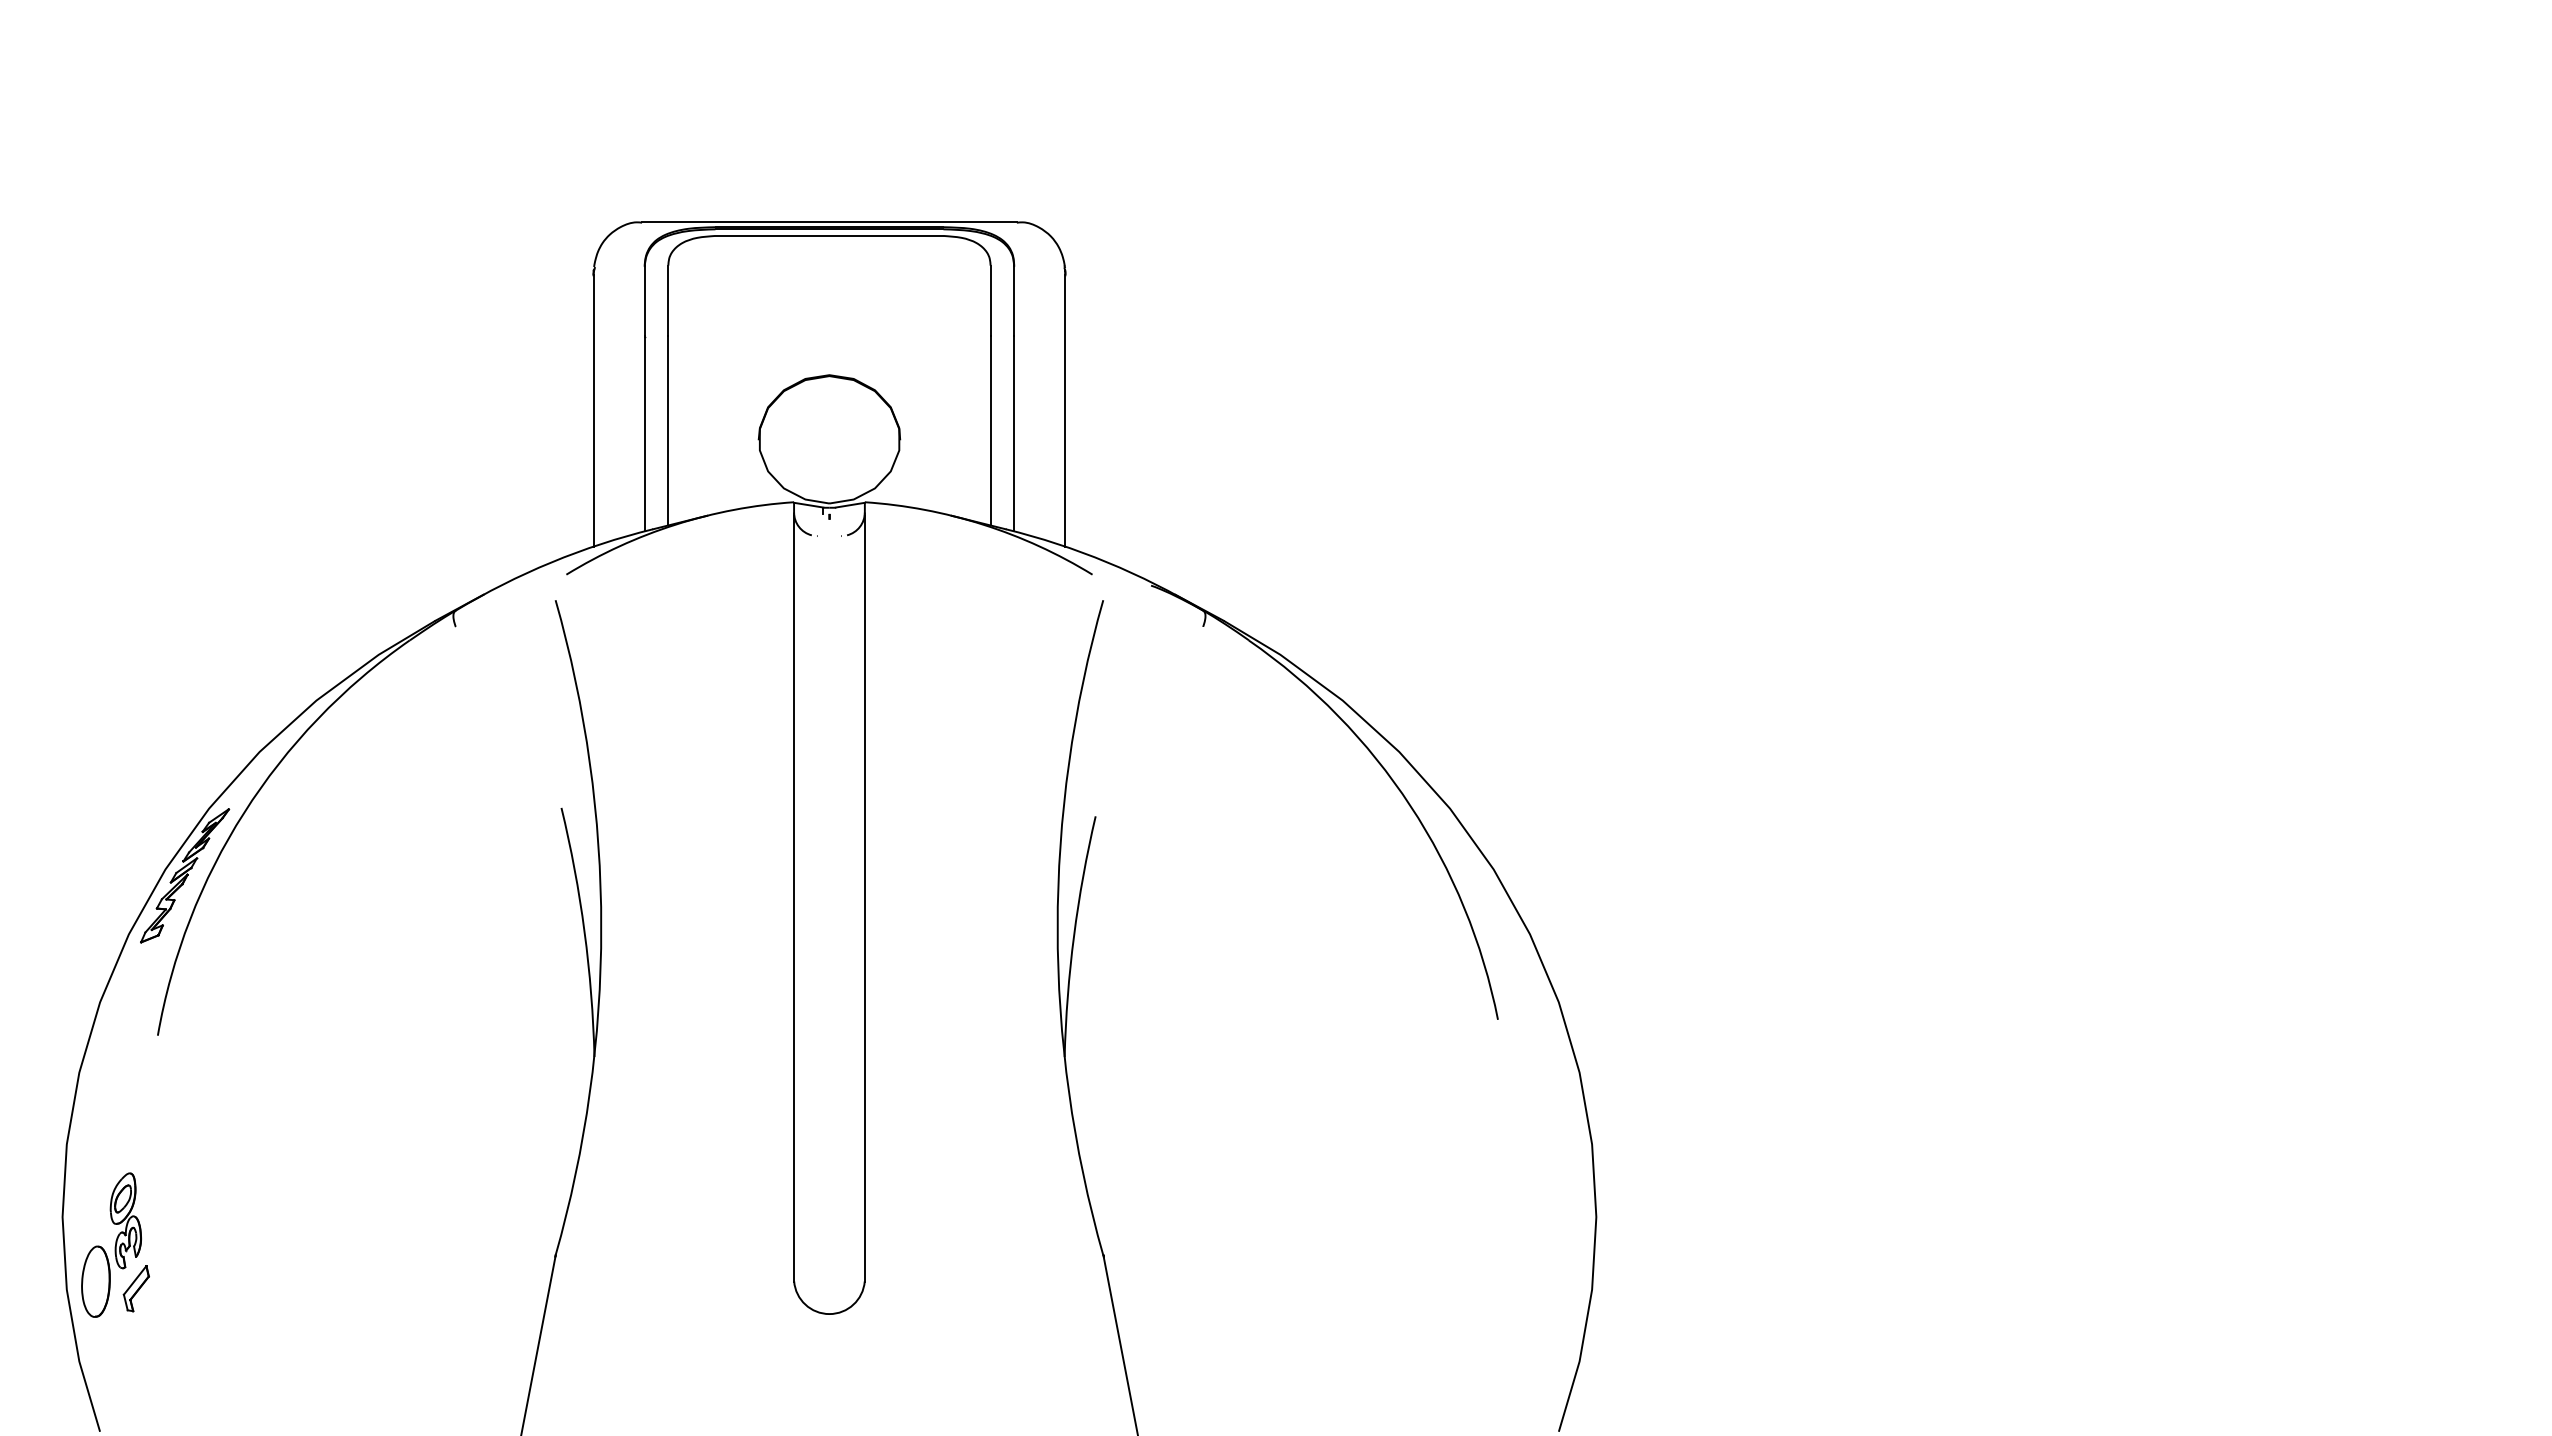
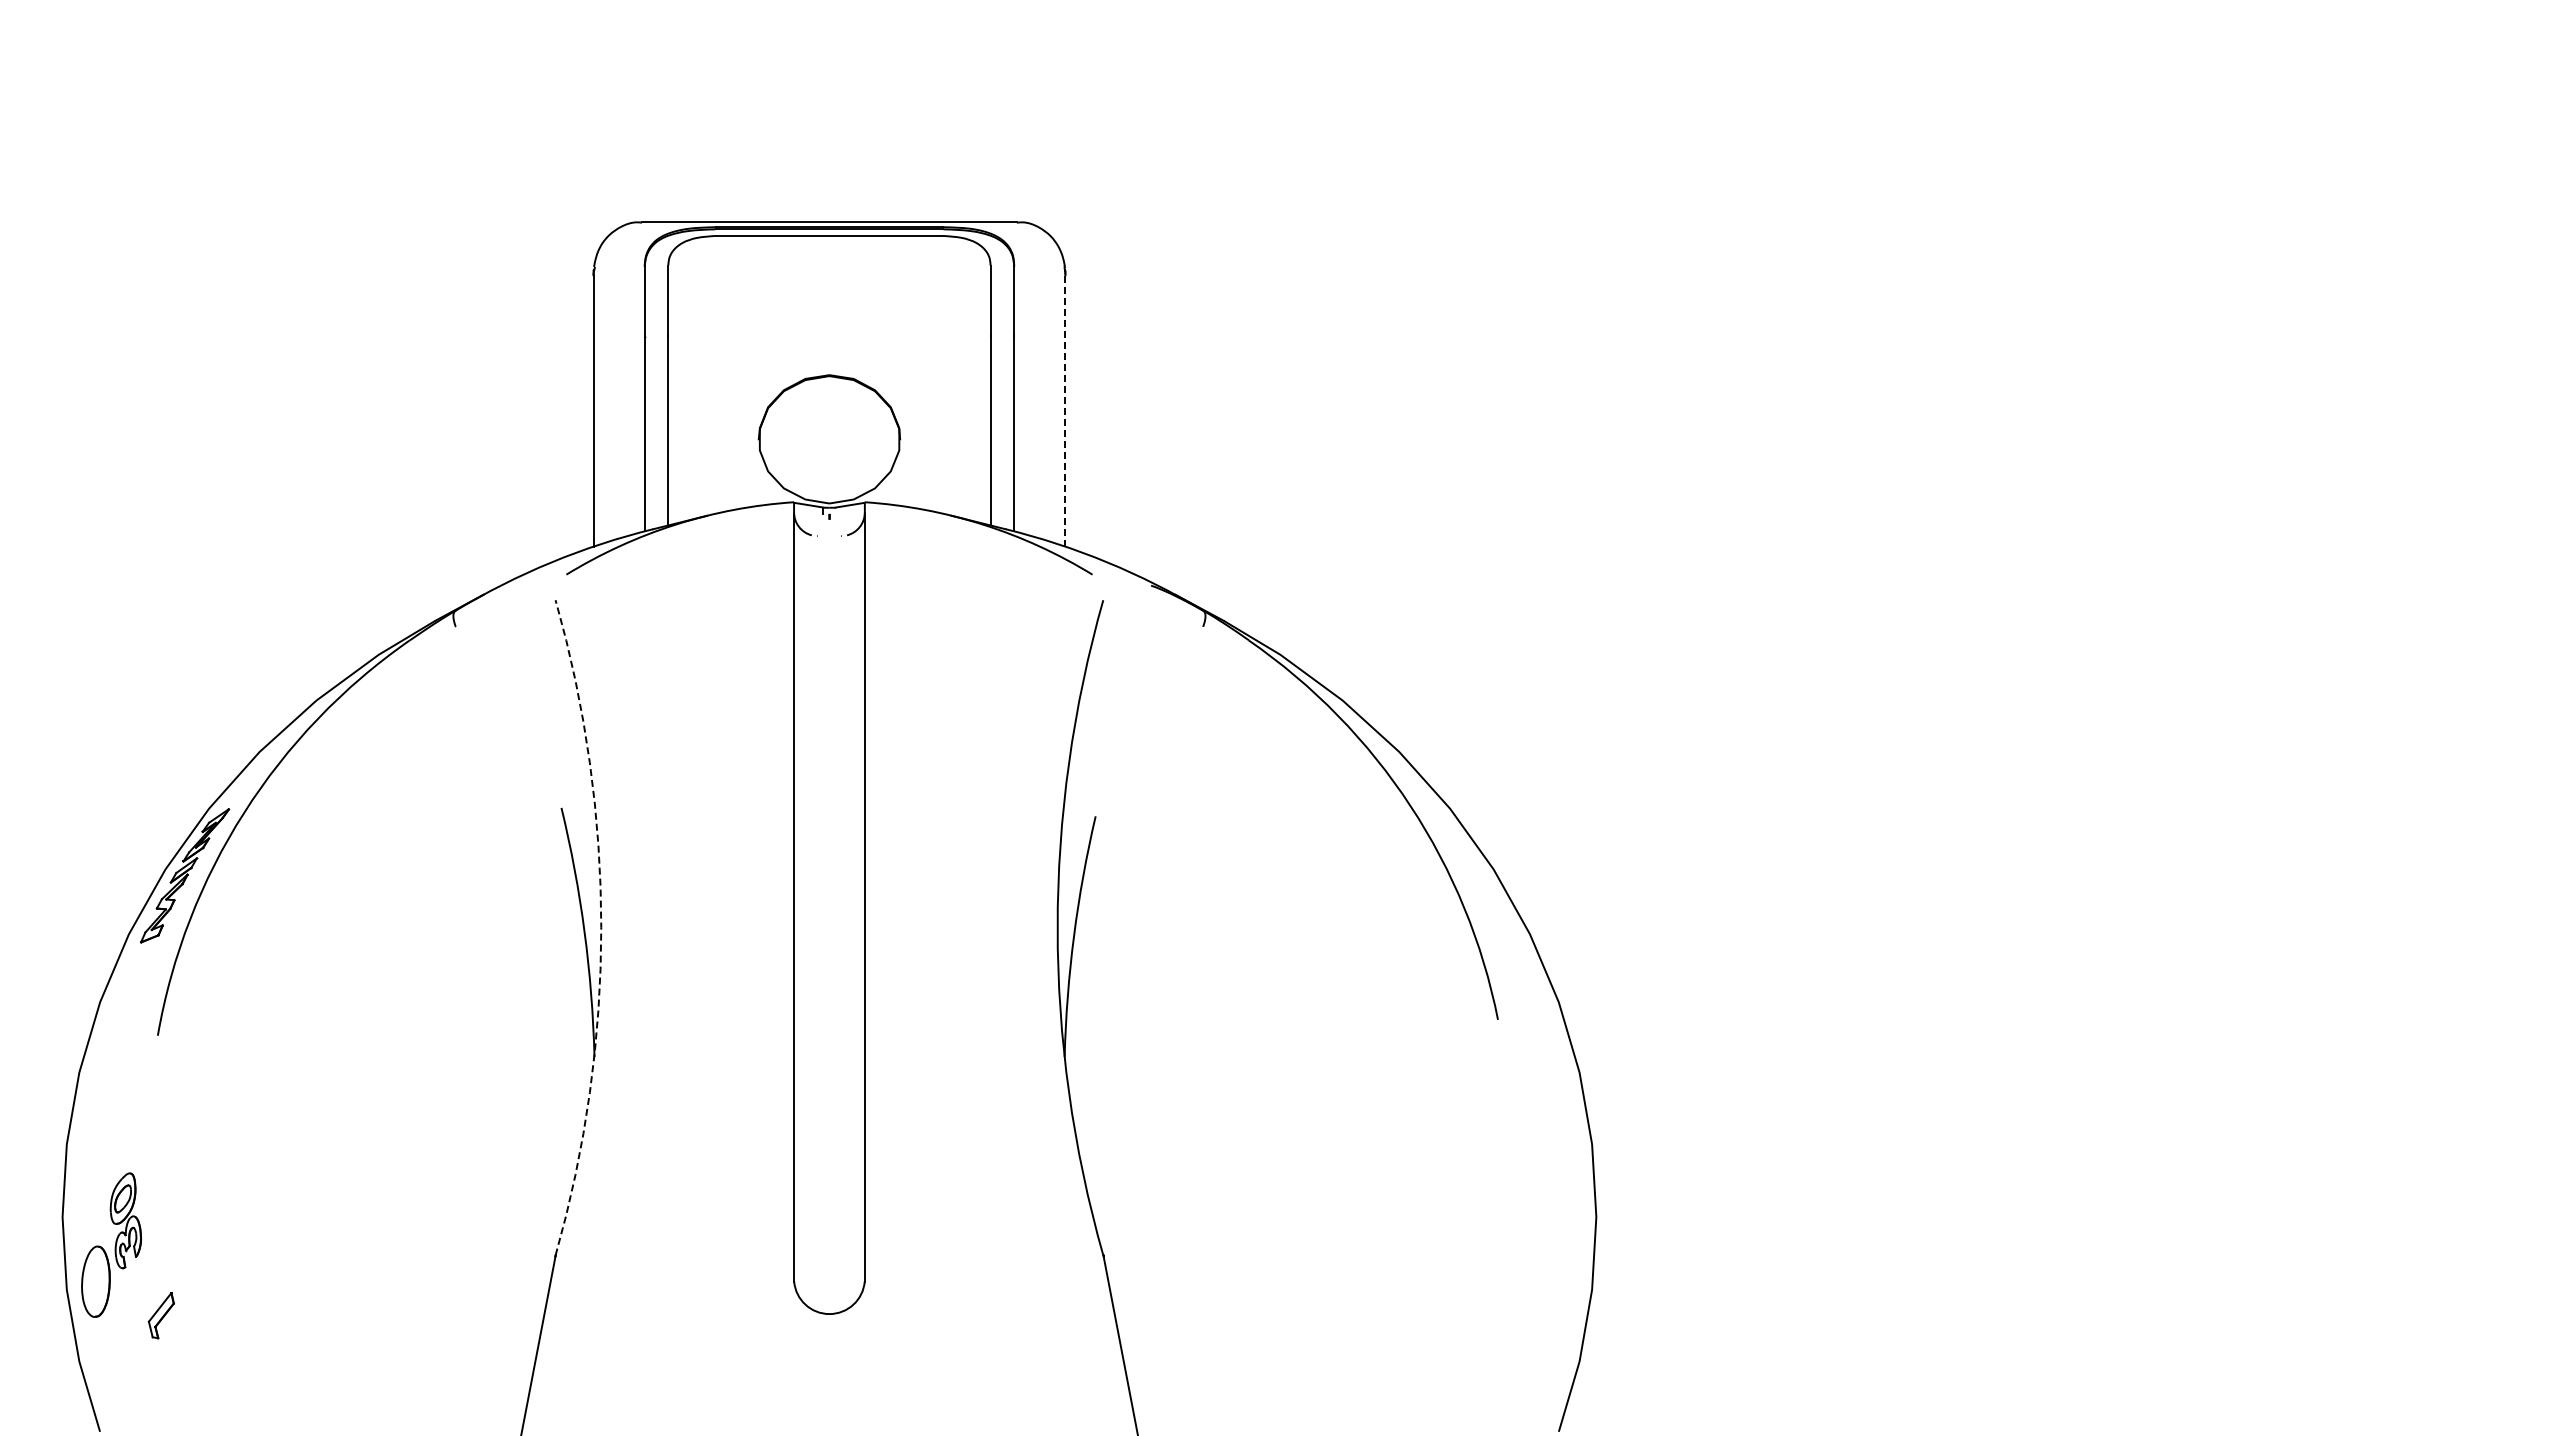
line at (1065, 411): solid -> dashed
arc at (601, 927): solid -> dashed
part at (135, 1288) position: (135, 1288) -> (160, 1315)
